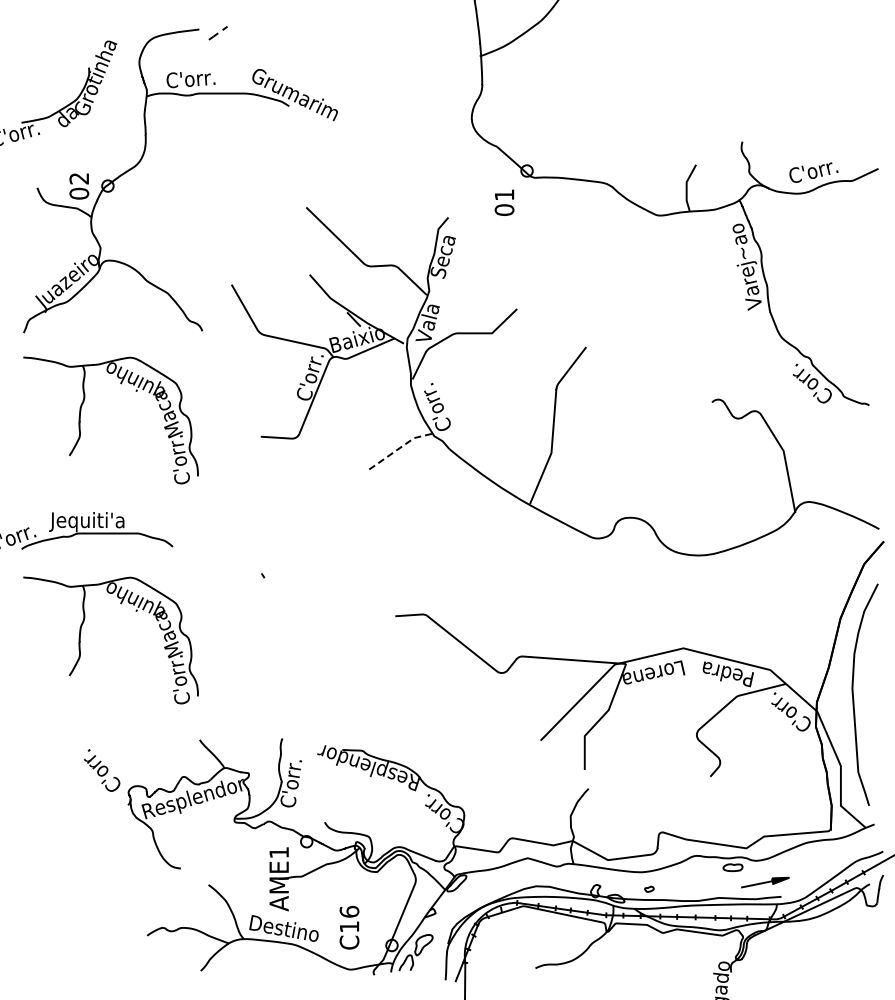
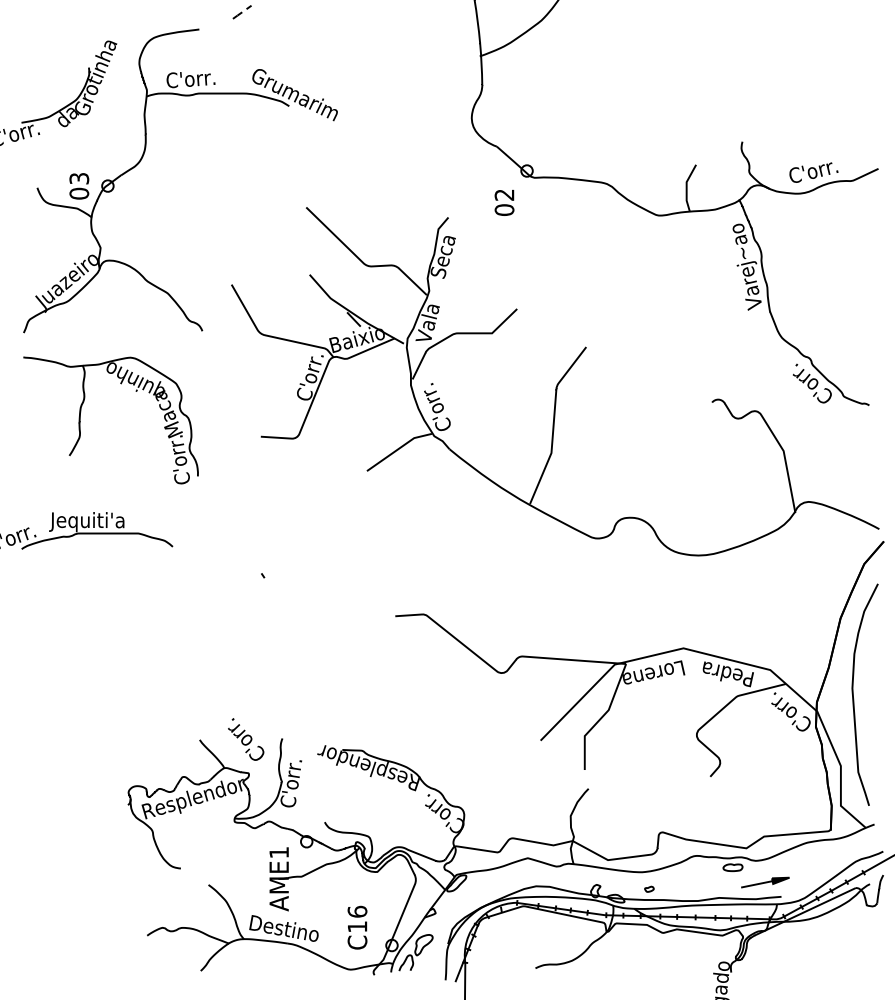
part at (217, 33) position: (217, 33) -> (241, 12)
text at (79, 178): 02 -> 03
text at (504, 194): 01 -> 02
line at (398, 448): dashed -> solid
part at (80, 640): present -> none
text at (102, 770) position: (102, 770) -> (246, 739)
text at (349, 927) position: (349, 927) -> (357, 927)
